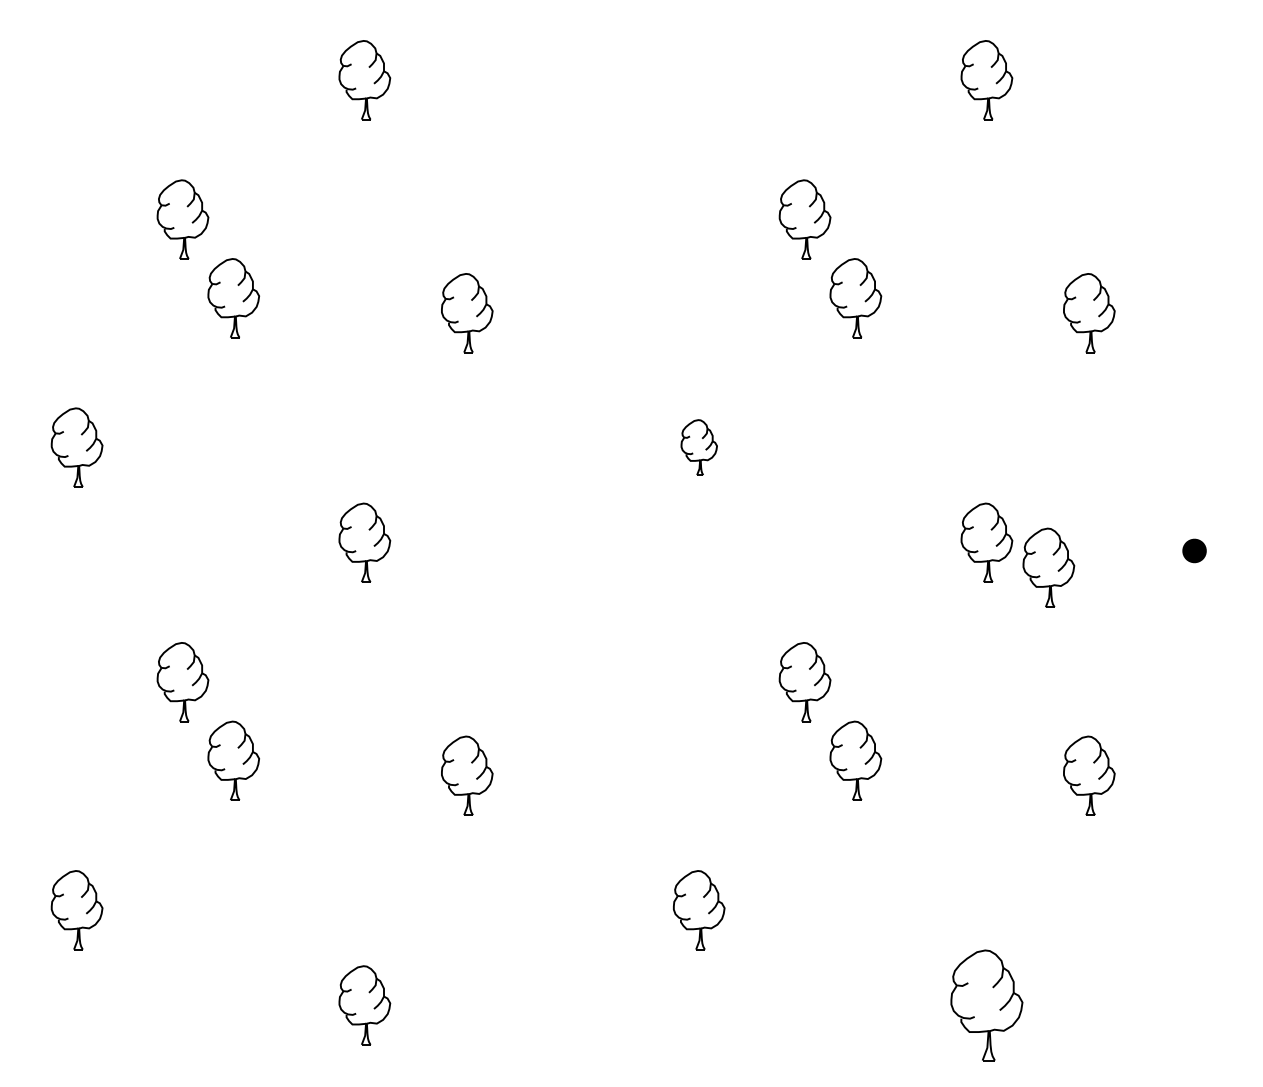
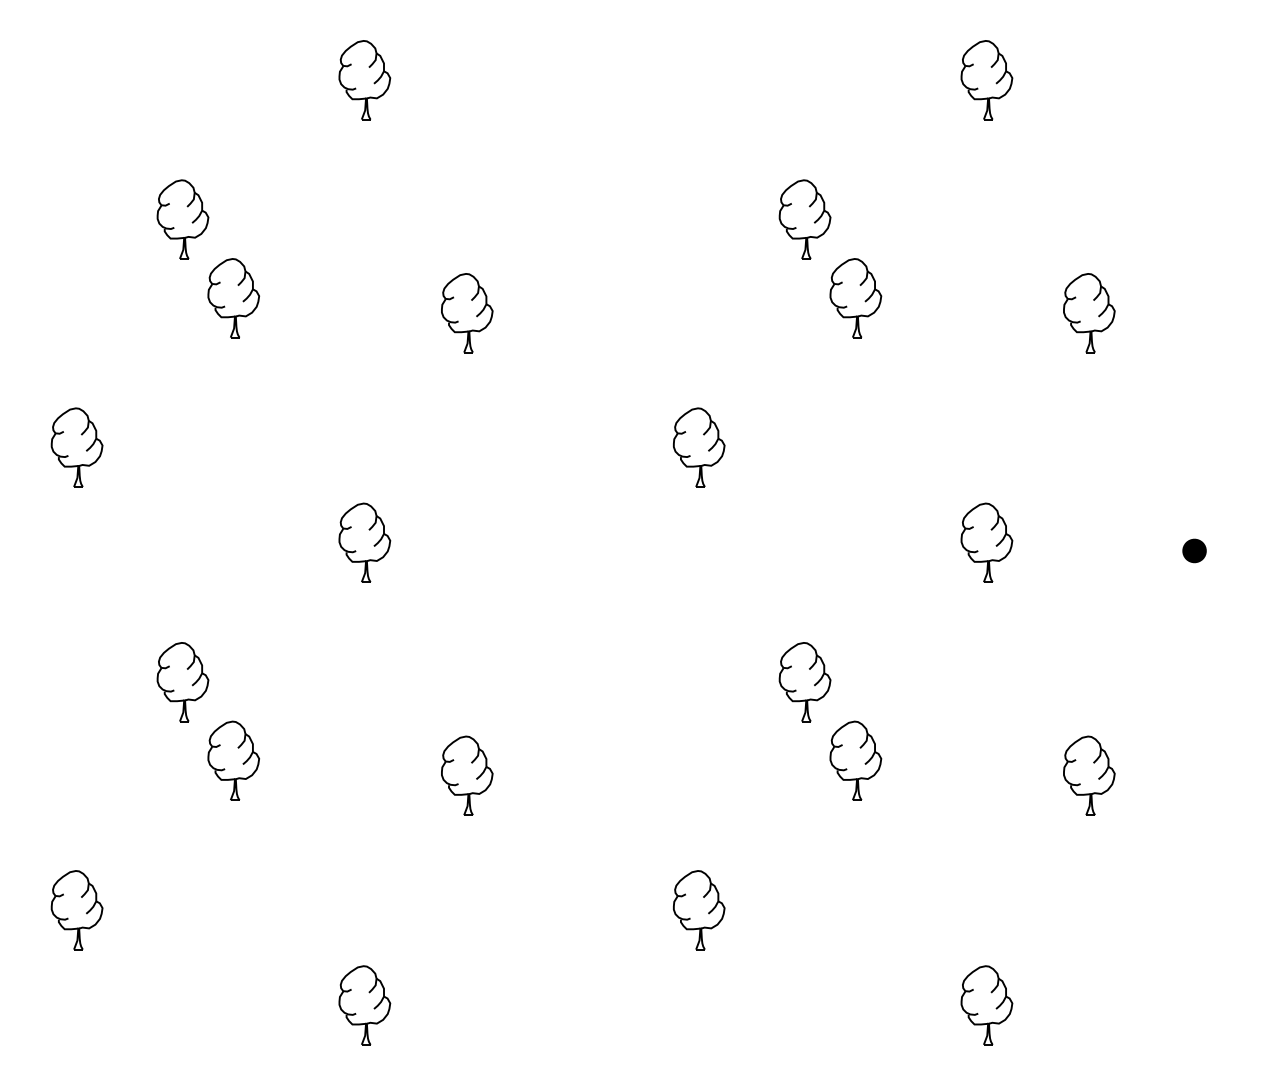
part at (698, 447) size: 38x57 px -> 53x81 px
part at (1048, 567): present -> none
part at (986, 1005) size: 74x113 px -> 54x81 px
